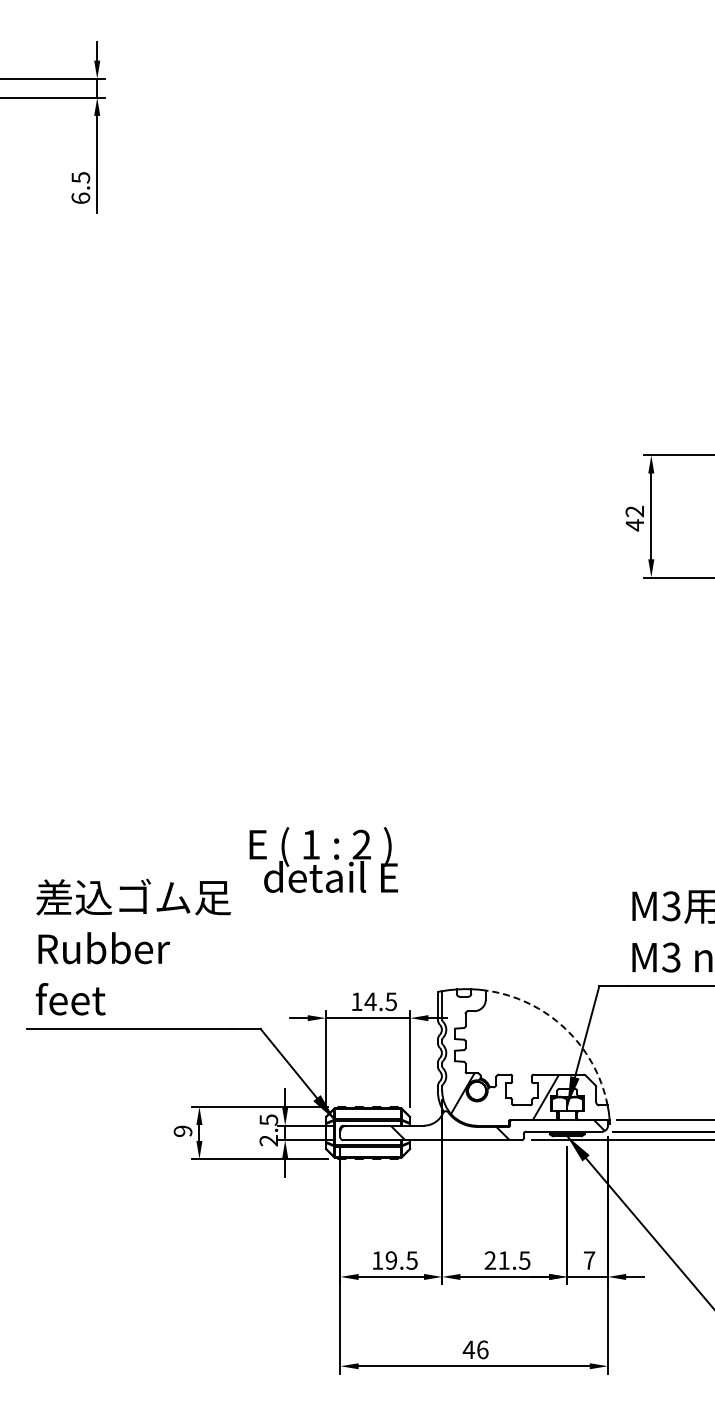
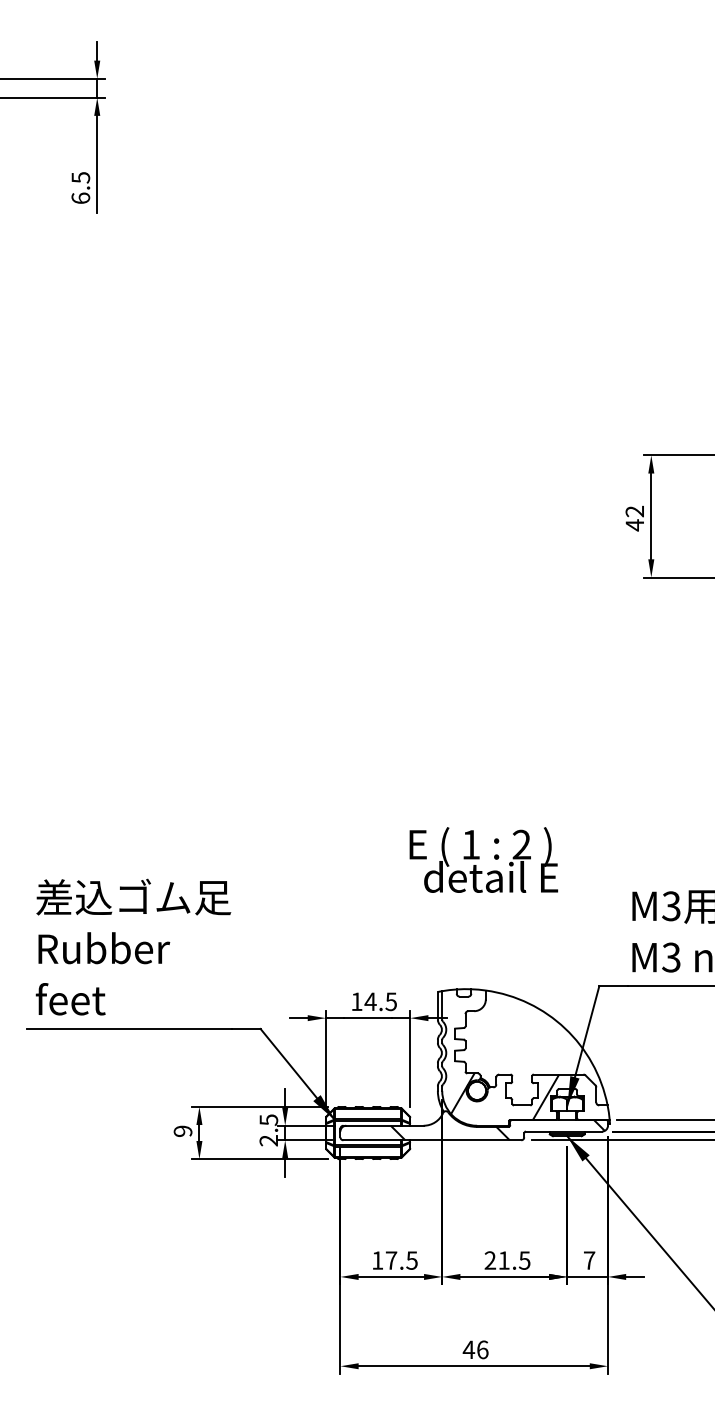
text at (323, 859) position: (323, 859) -> (483, 859)
arc at (565, 1028): dashed -> solid
text at (391, 1260): 19.5 -> 17.5
